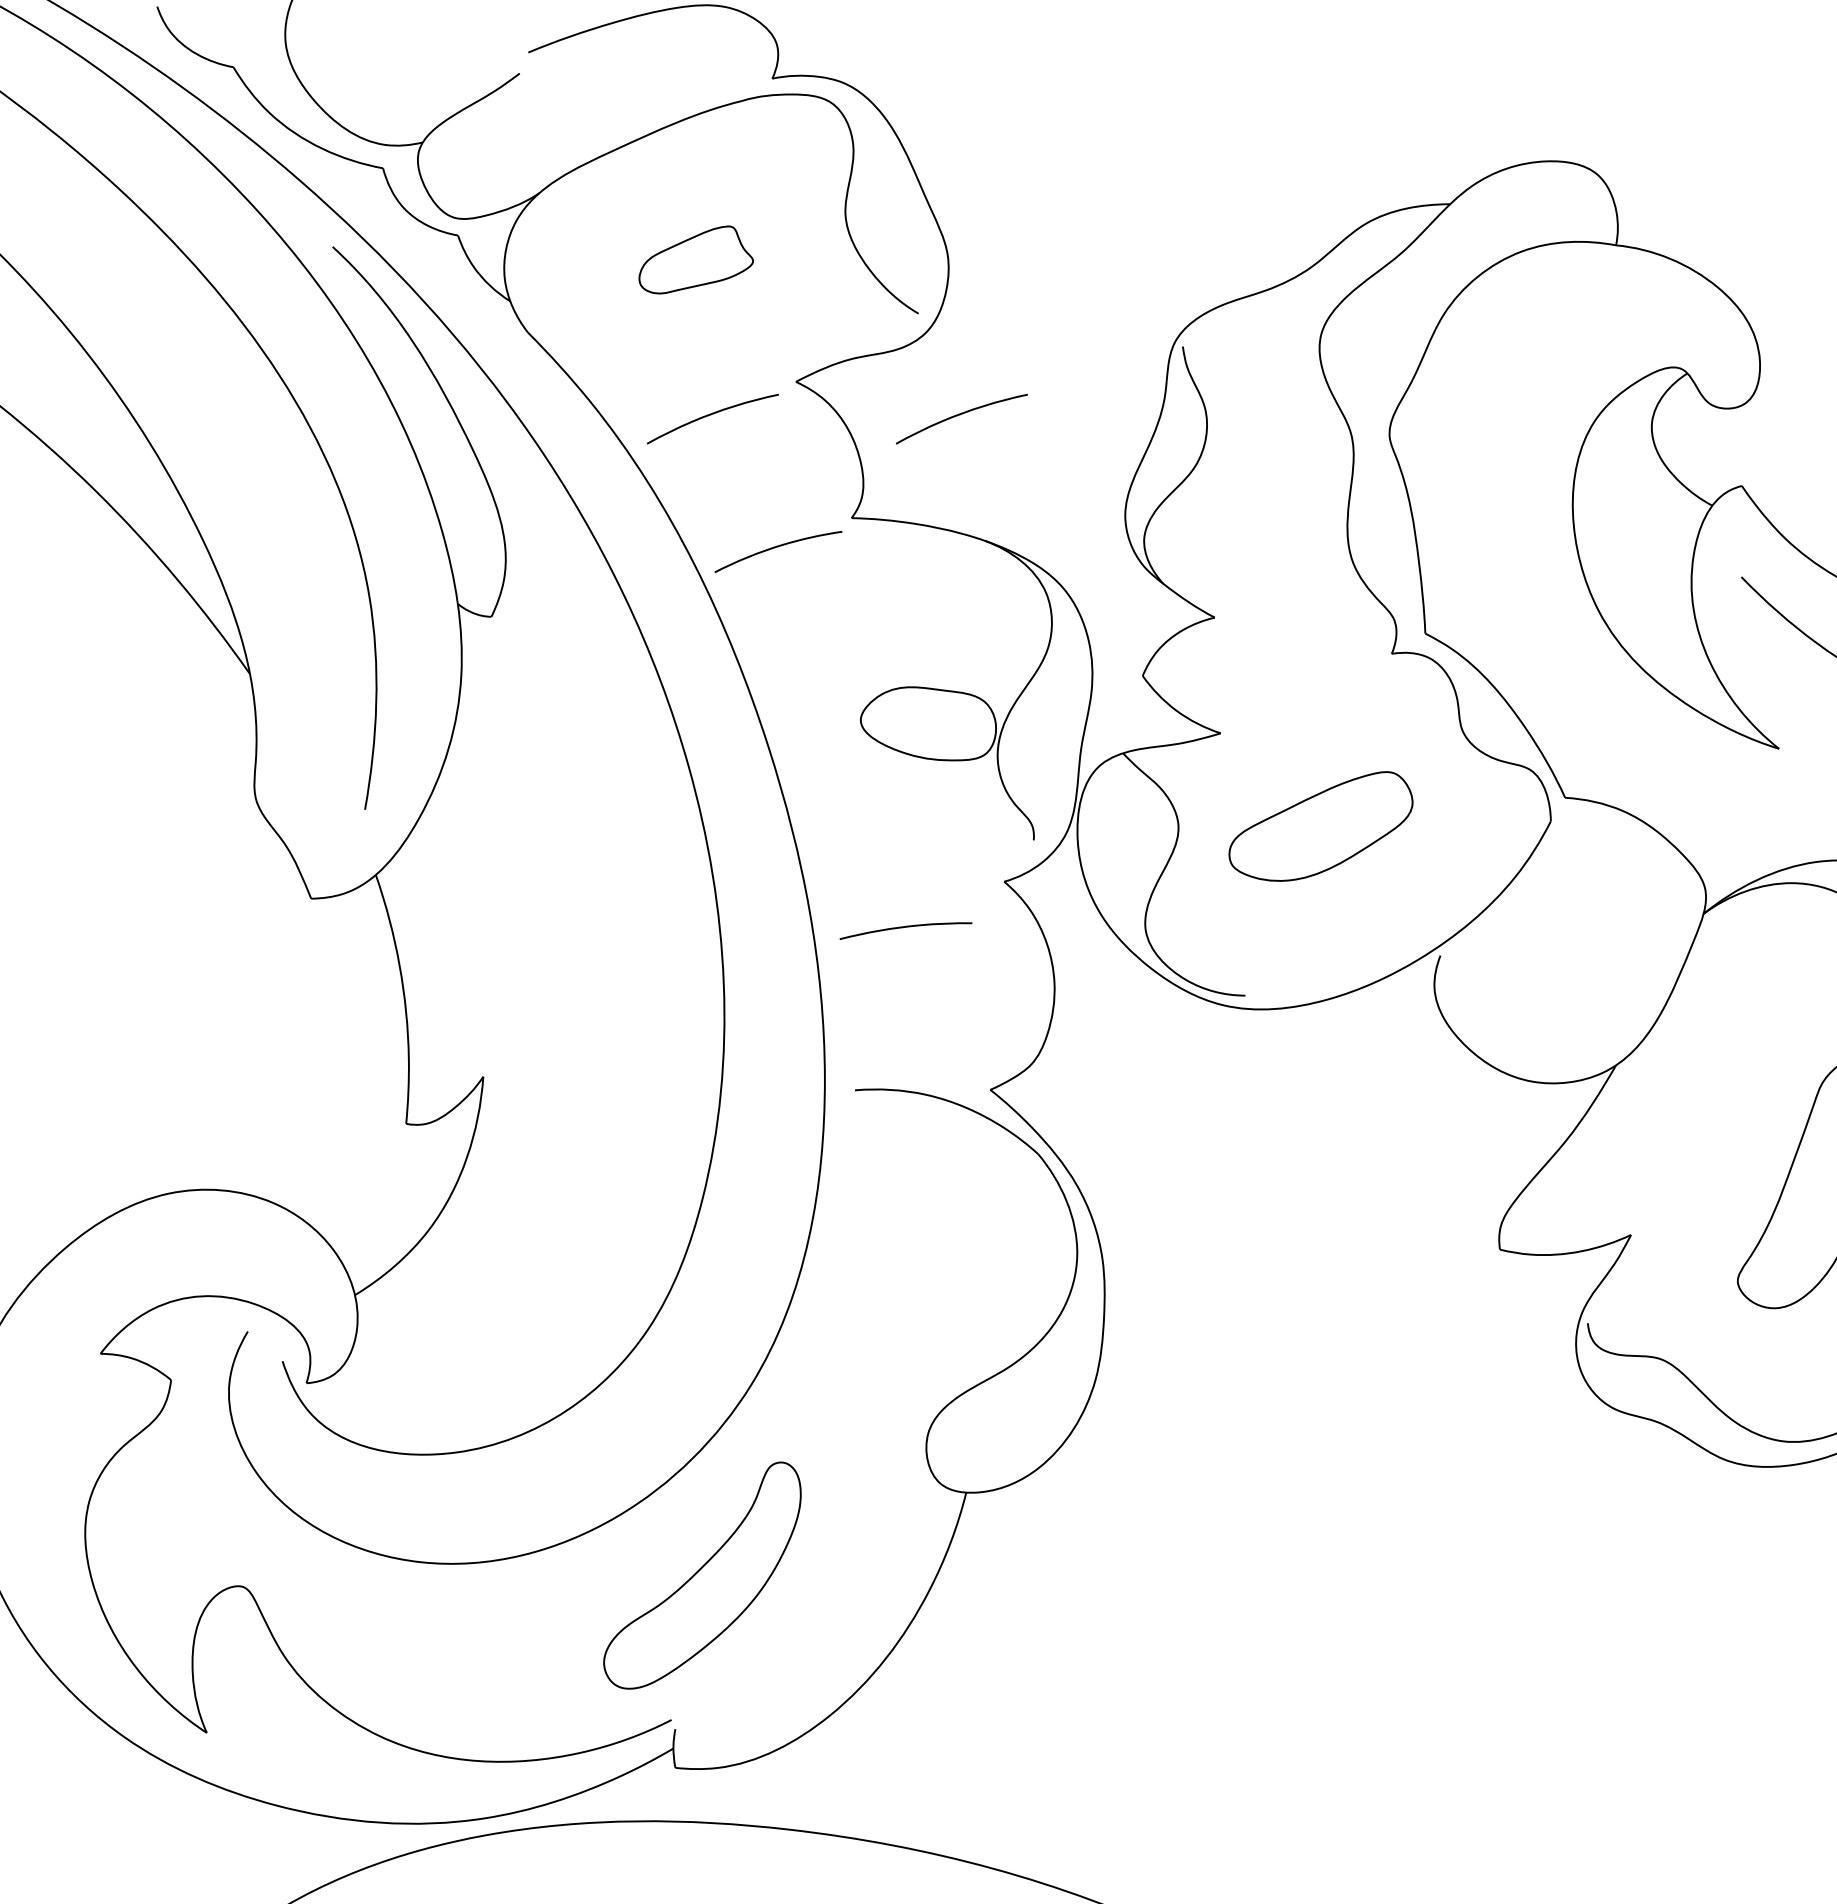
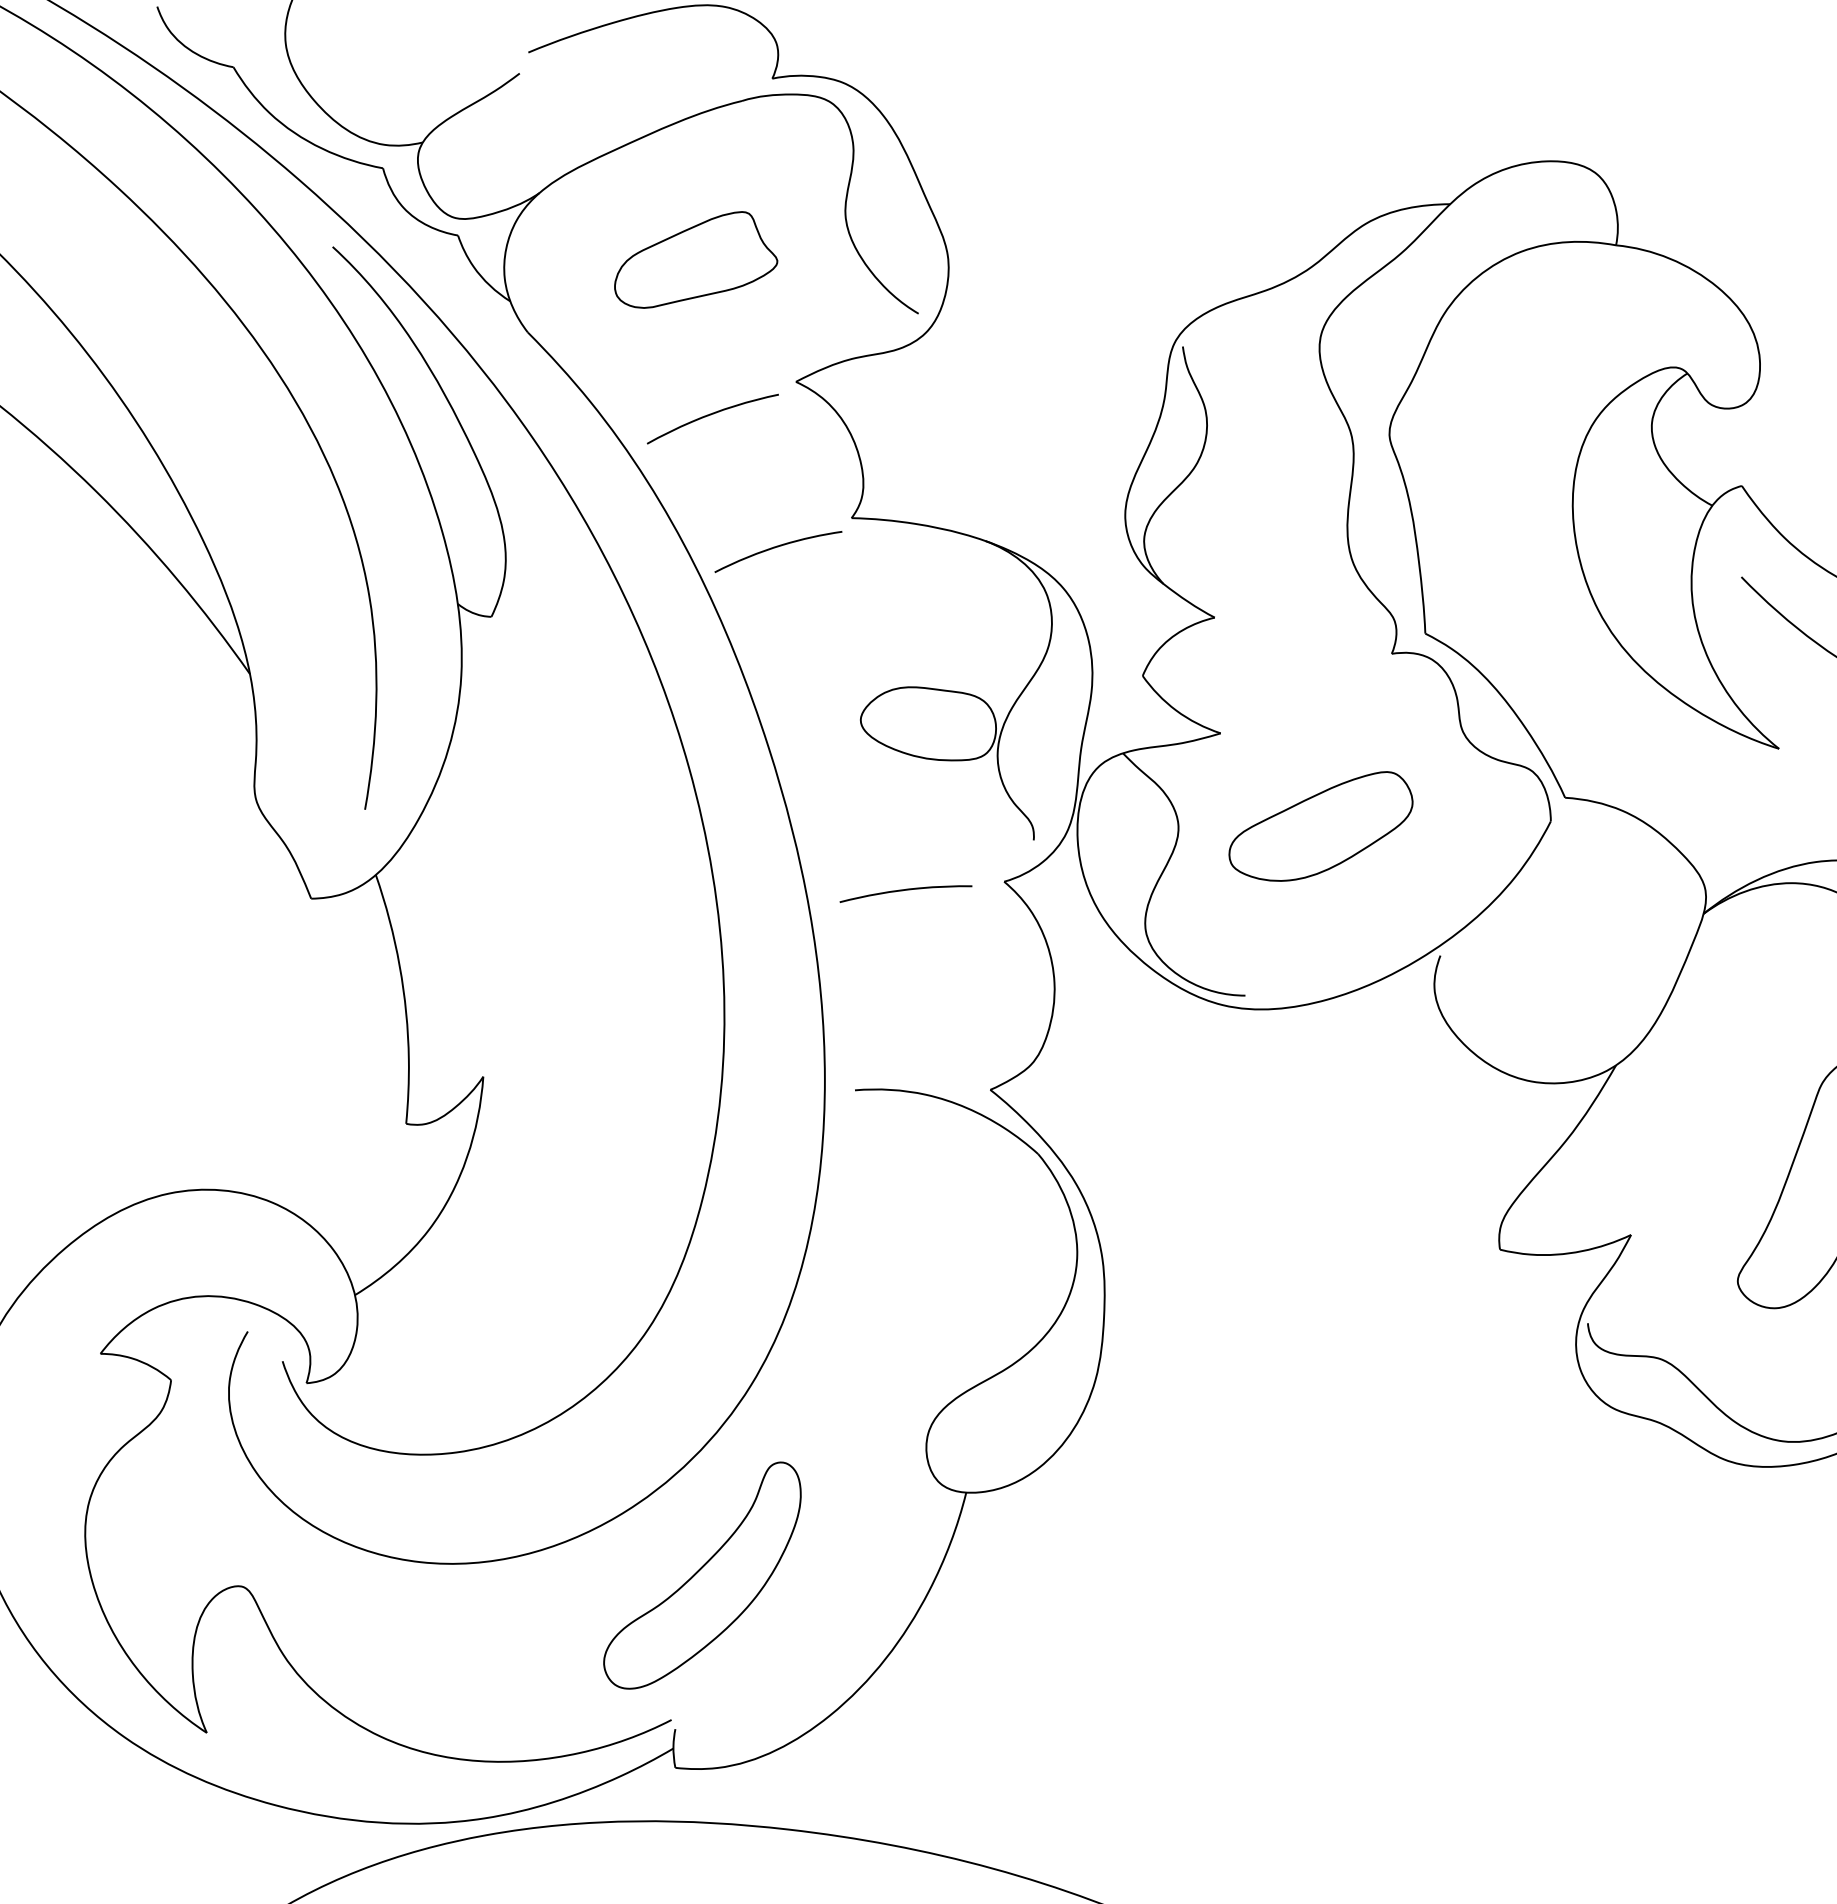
part at (695, 259) size: 116x70 px -> 165x98 px
curve at (960, 415): present -> none
curve at (905, 927) position: (905, 927) -> (905, 890)
